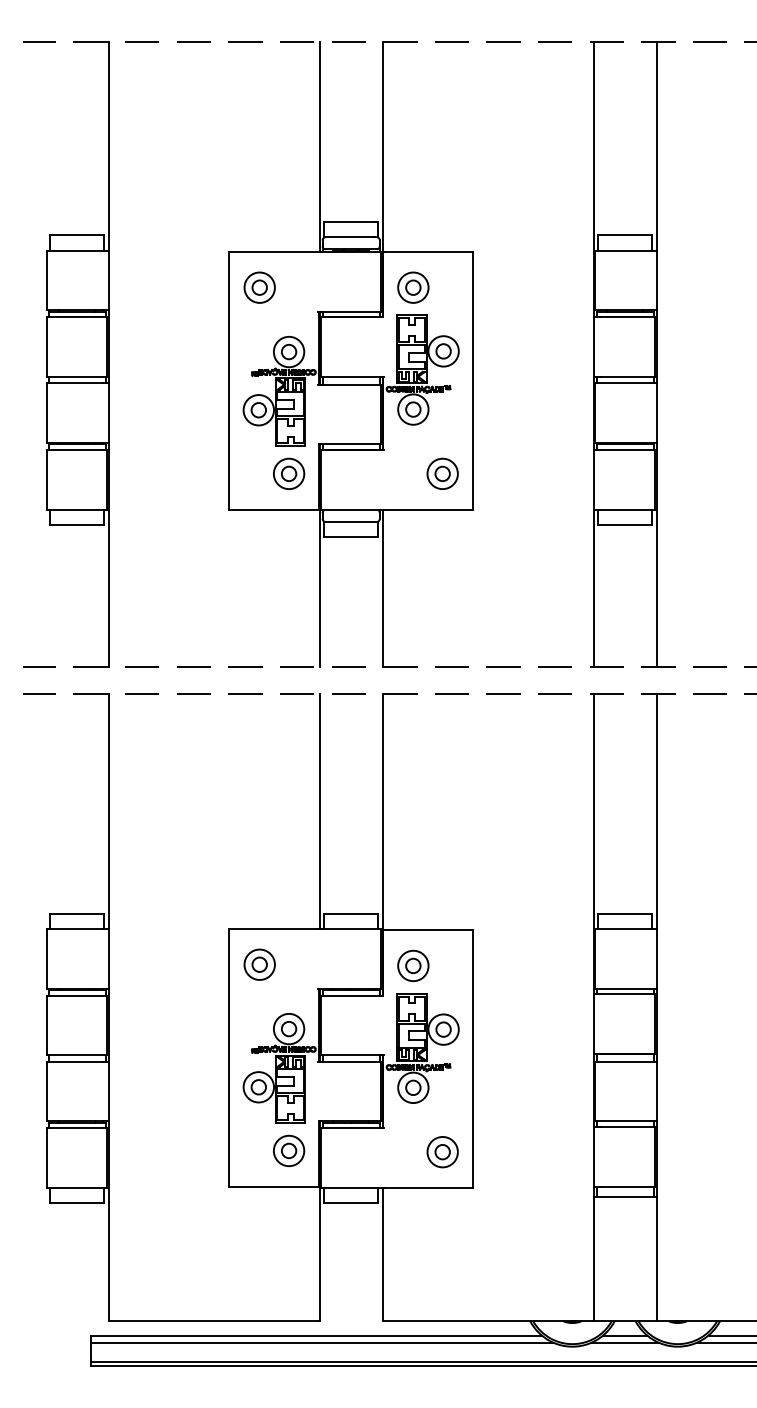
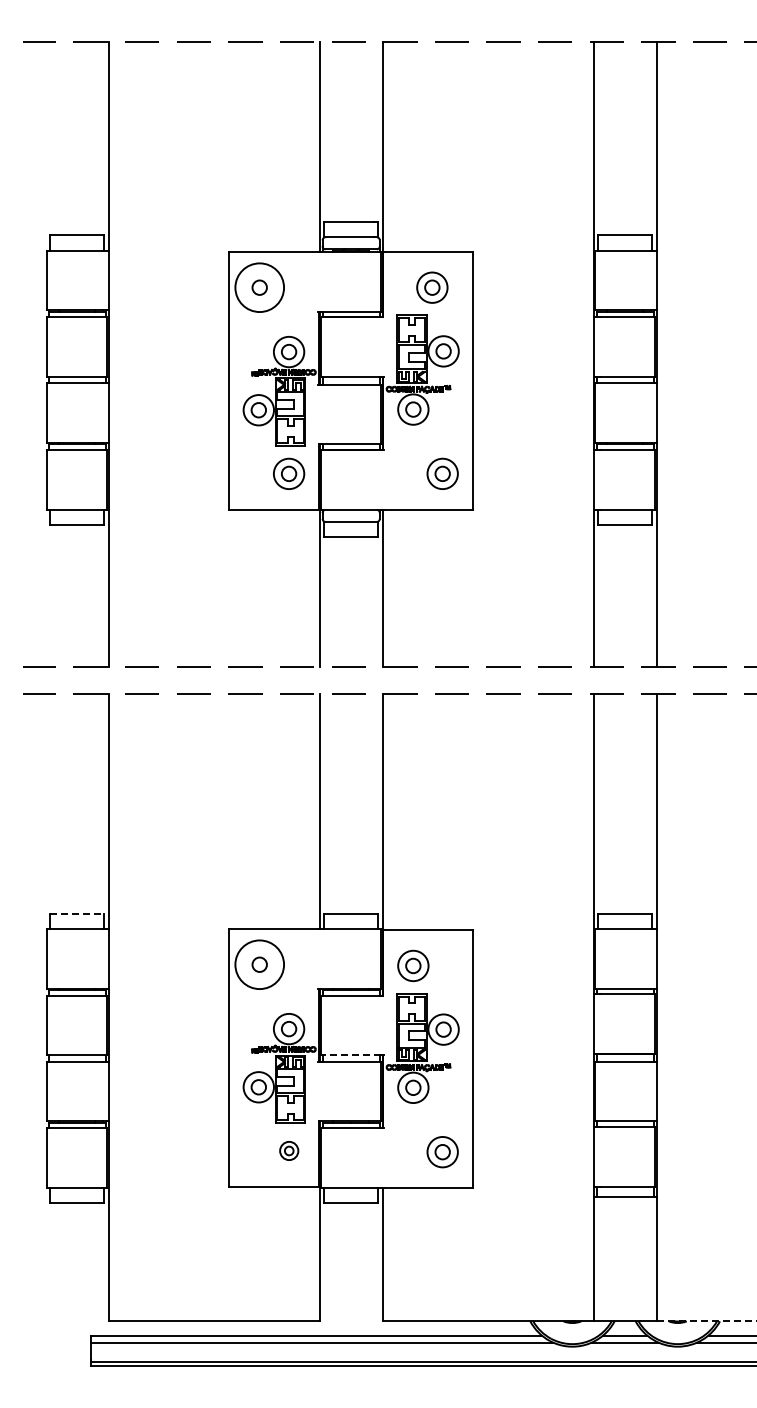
circle at (259, 287) diameter: 30 px -> 49 px
part at (413, 287) position: (413, 287) -> (432, 287)
line at (77, 913): solid -> dashed
circle at (259, 964) diameter: 30 px -> 49 px
line at (351, 1055): solid -> dashed
part at (289, 1150) size: 33x34 px -> 21x20 px
line at (706, 1321): solid -> dashed
